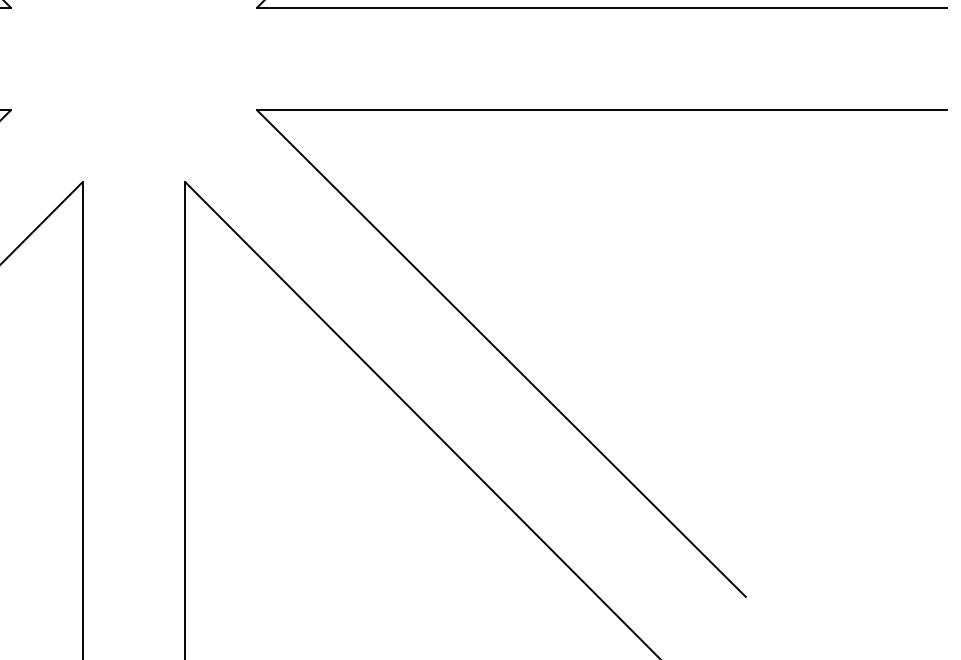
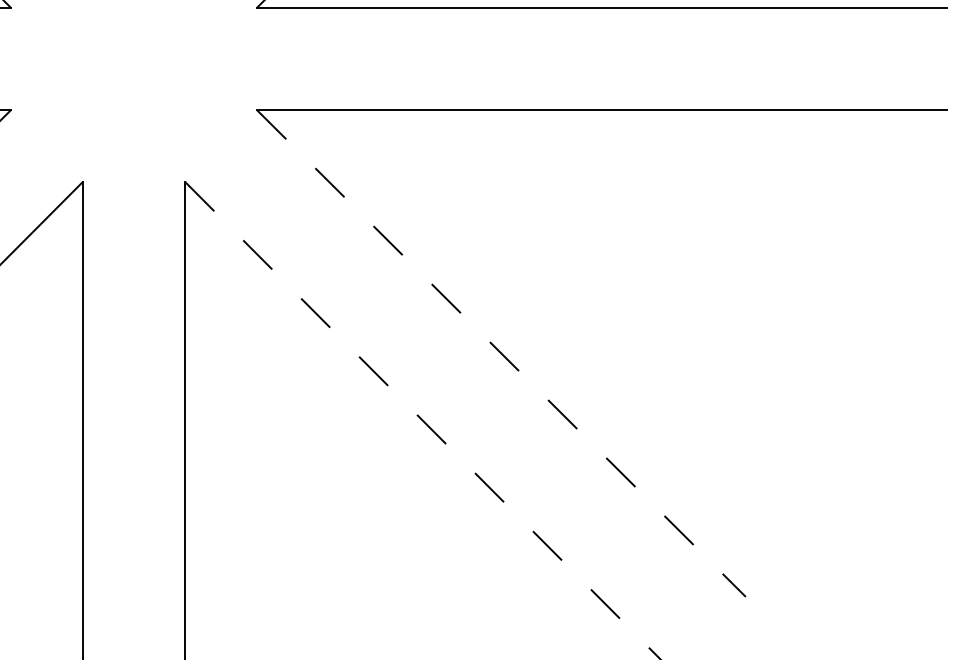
line at (501, 353): solid -> dashed
line at (422, 420): solid -> dashed
